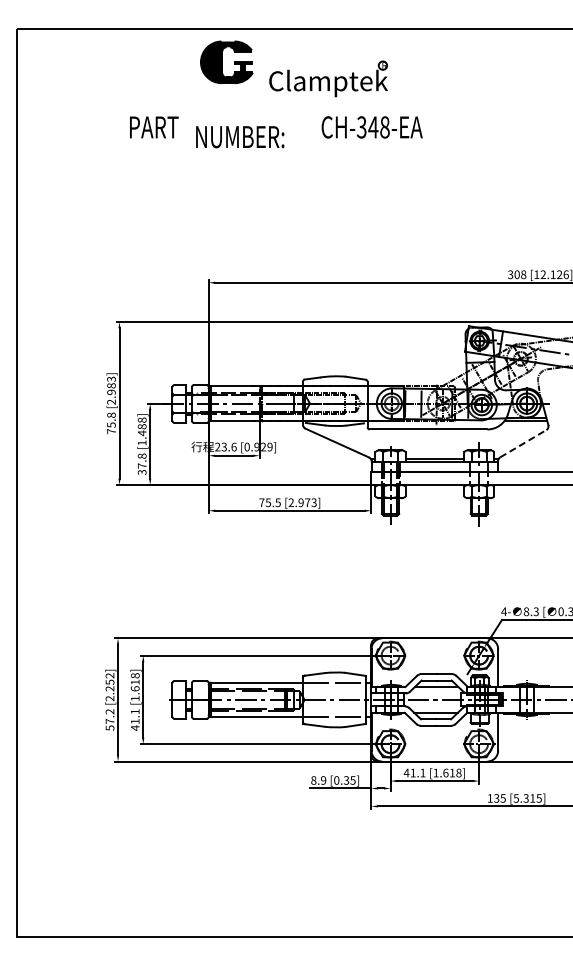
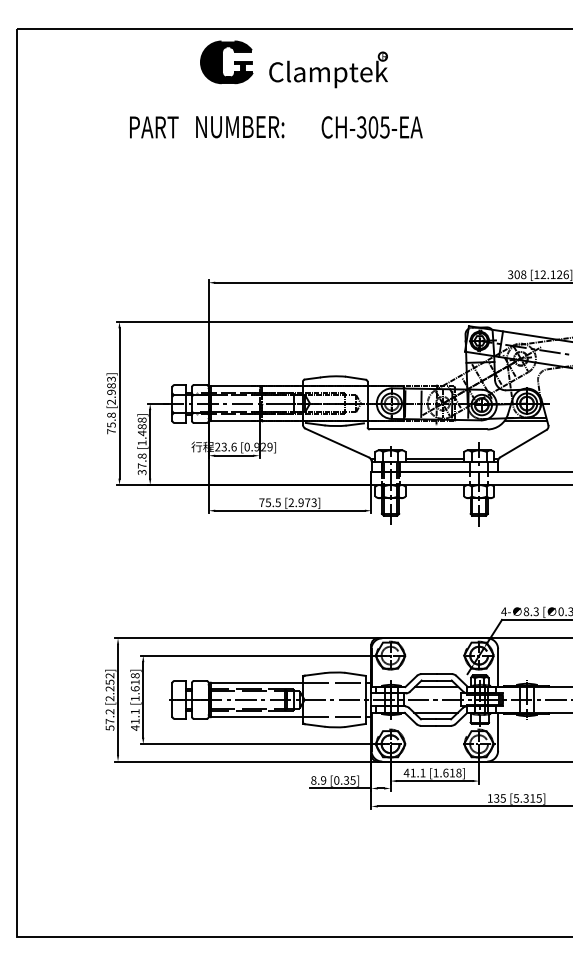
part at (328, 78) position: (328, 78) -> (328, 69)
text at (378, 127): CH-348-EA -> CH-305-EA
text at (240, 137) position: (240, 137) -> (240, 127)
line at (523, 443): dashed -> solid
